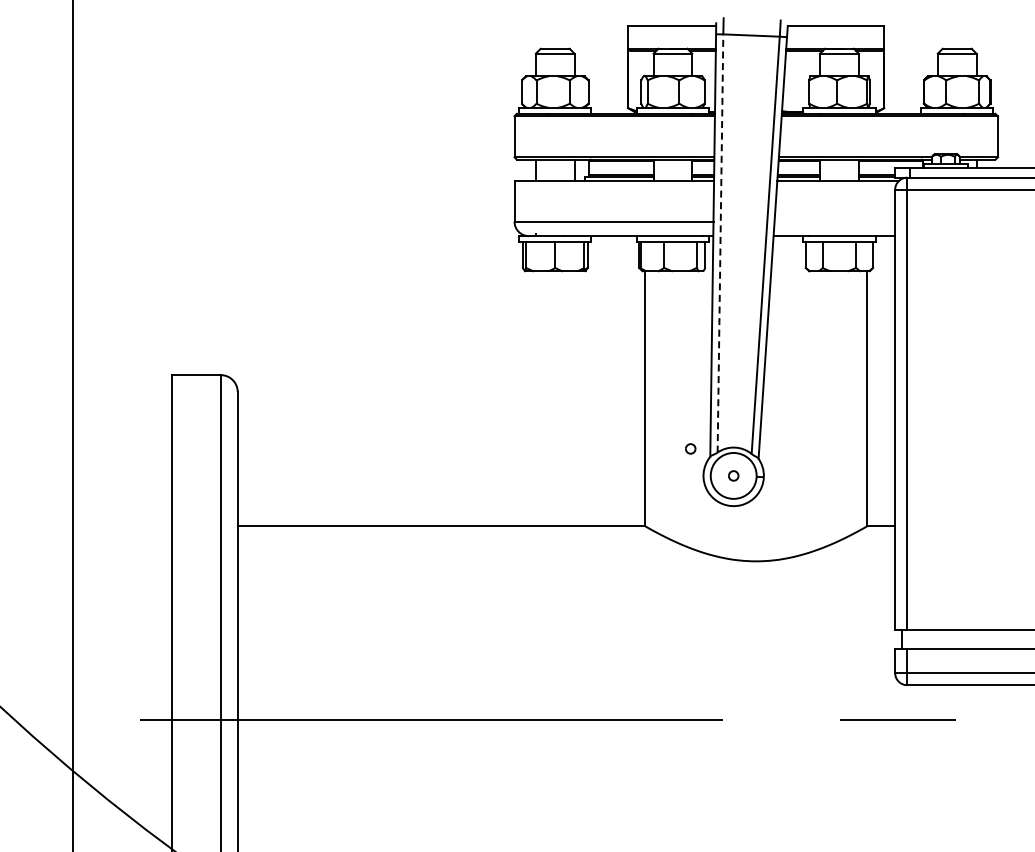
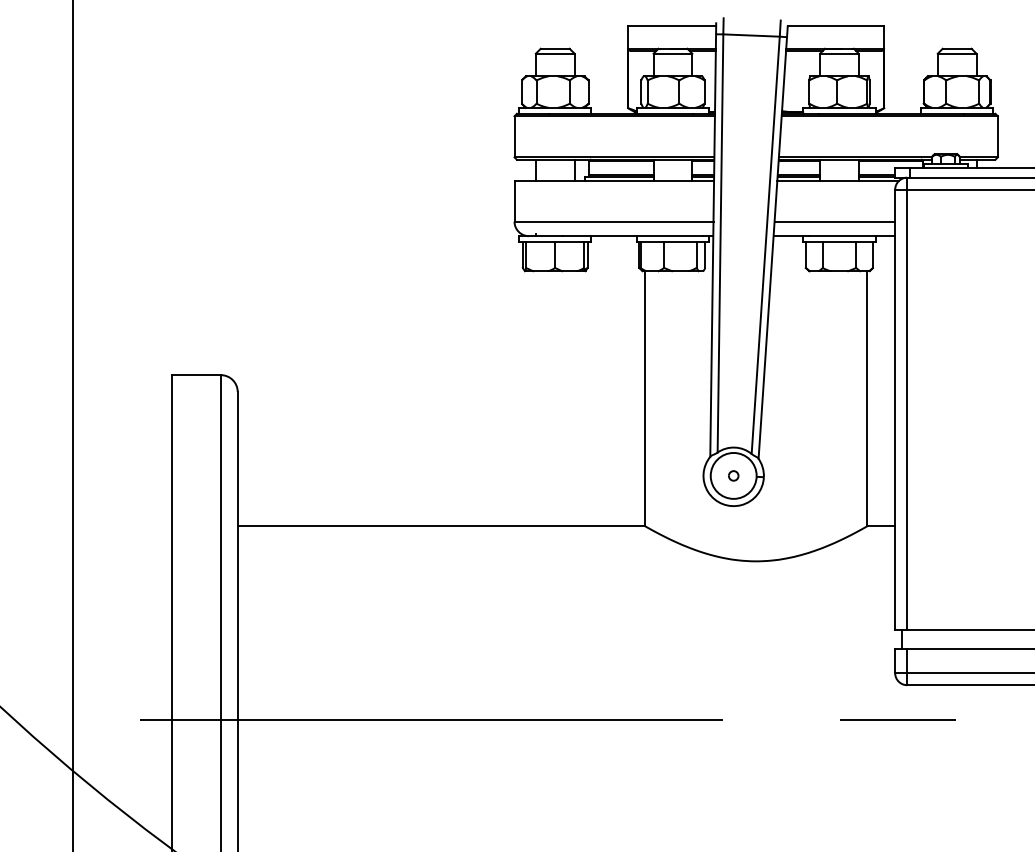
line at (834, 221): none -> present
line at (720, 243): dashed -> solid
part at (690, 448): present -> none
